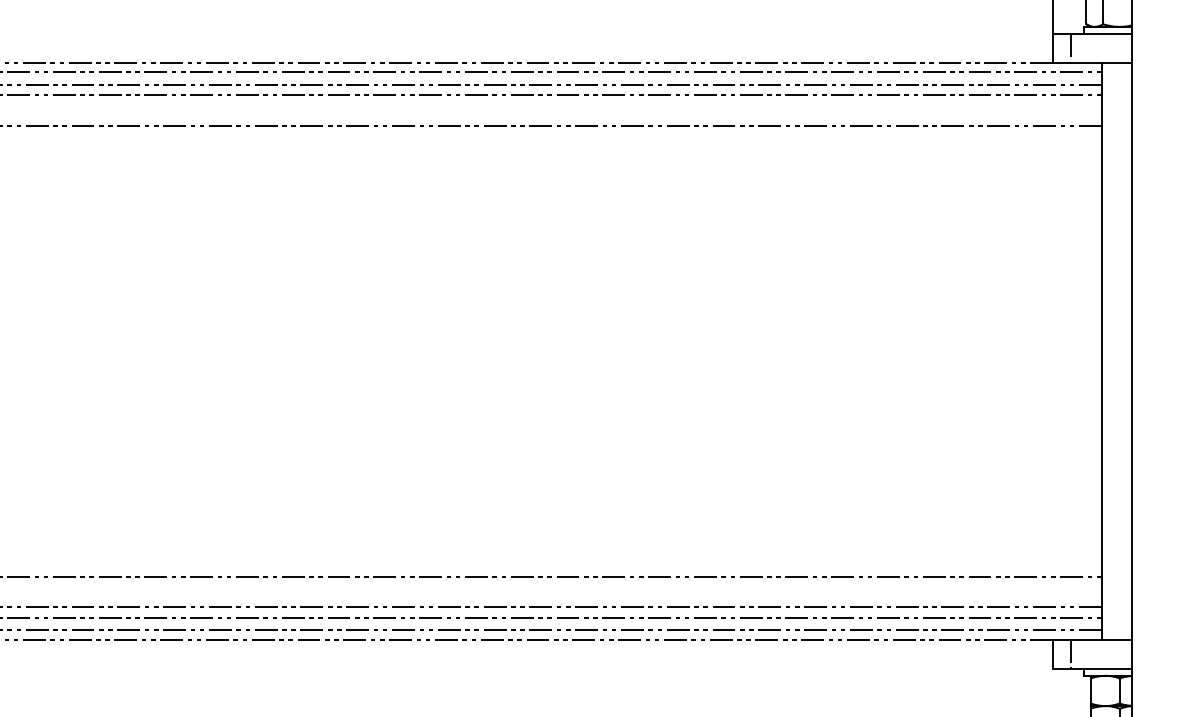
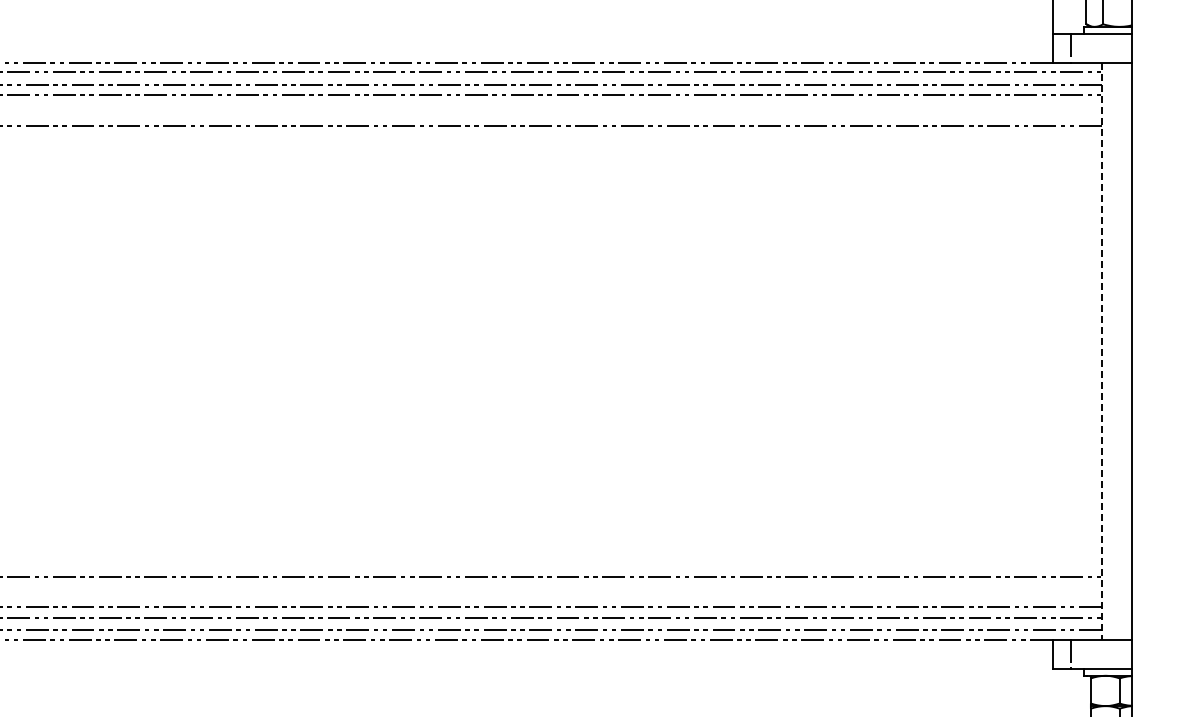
line at (1101, 351): solid -> dashed
